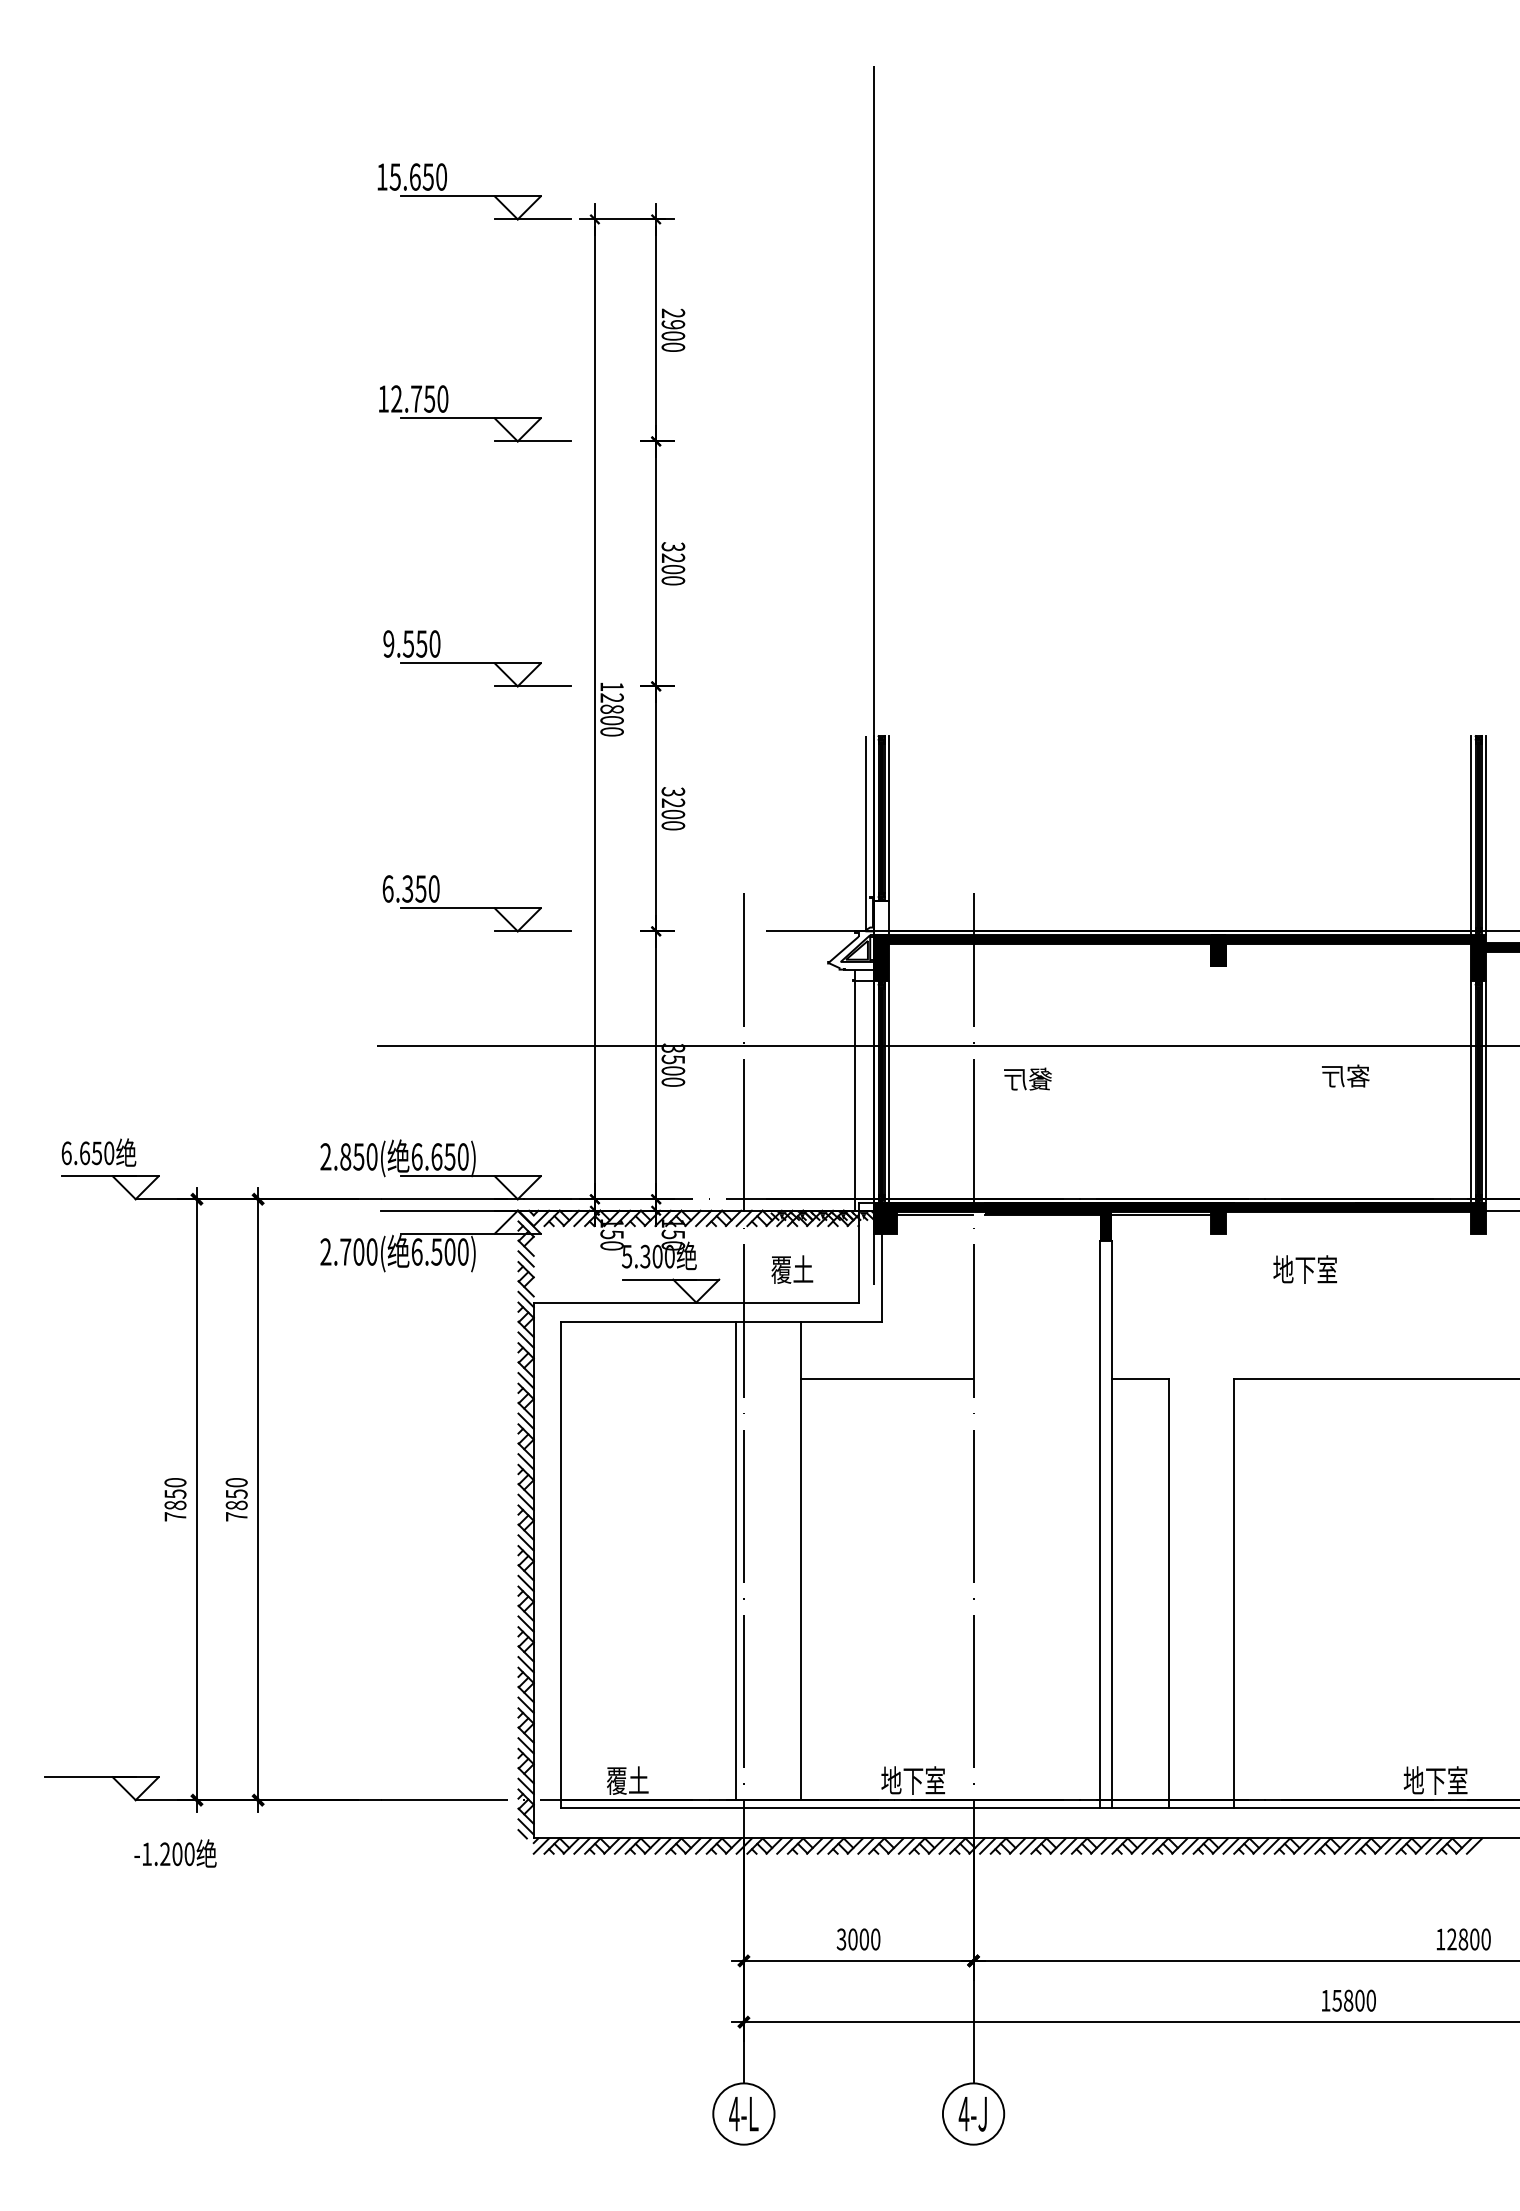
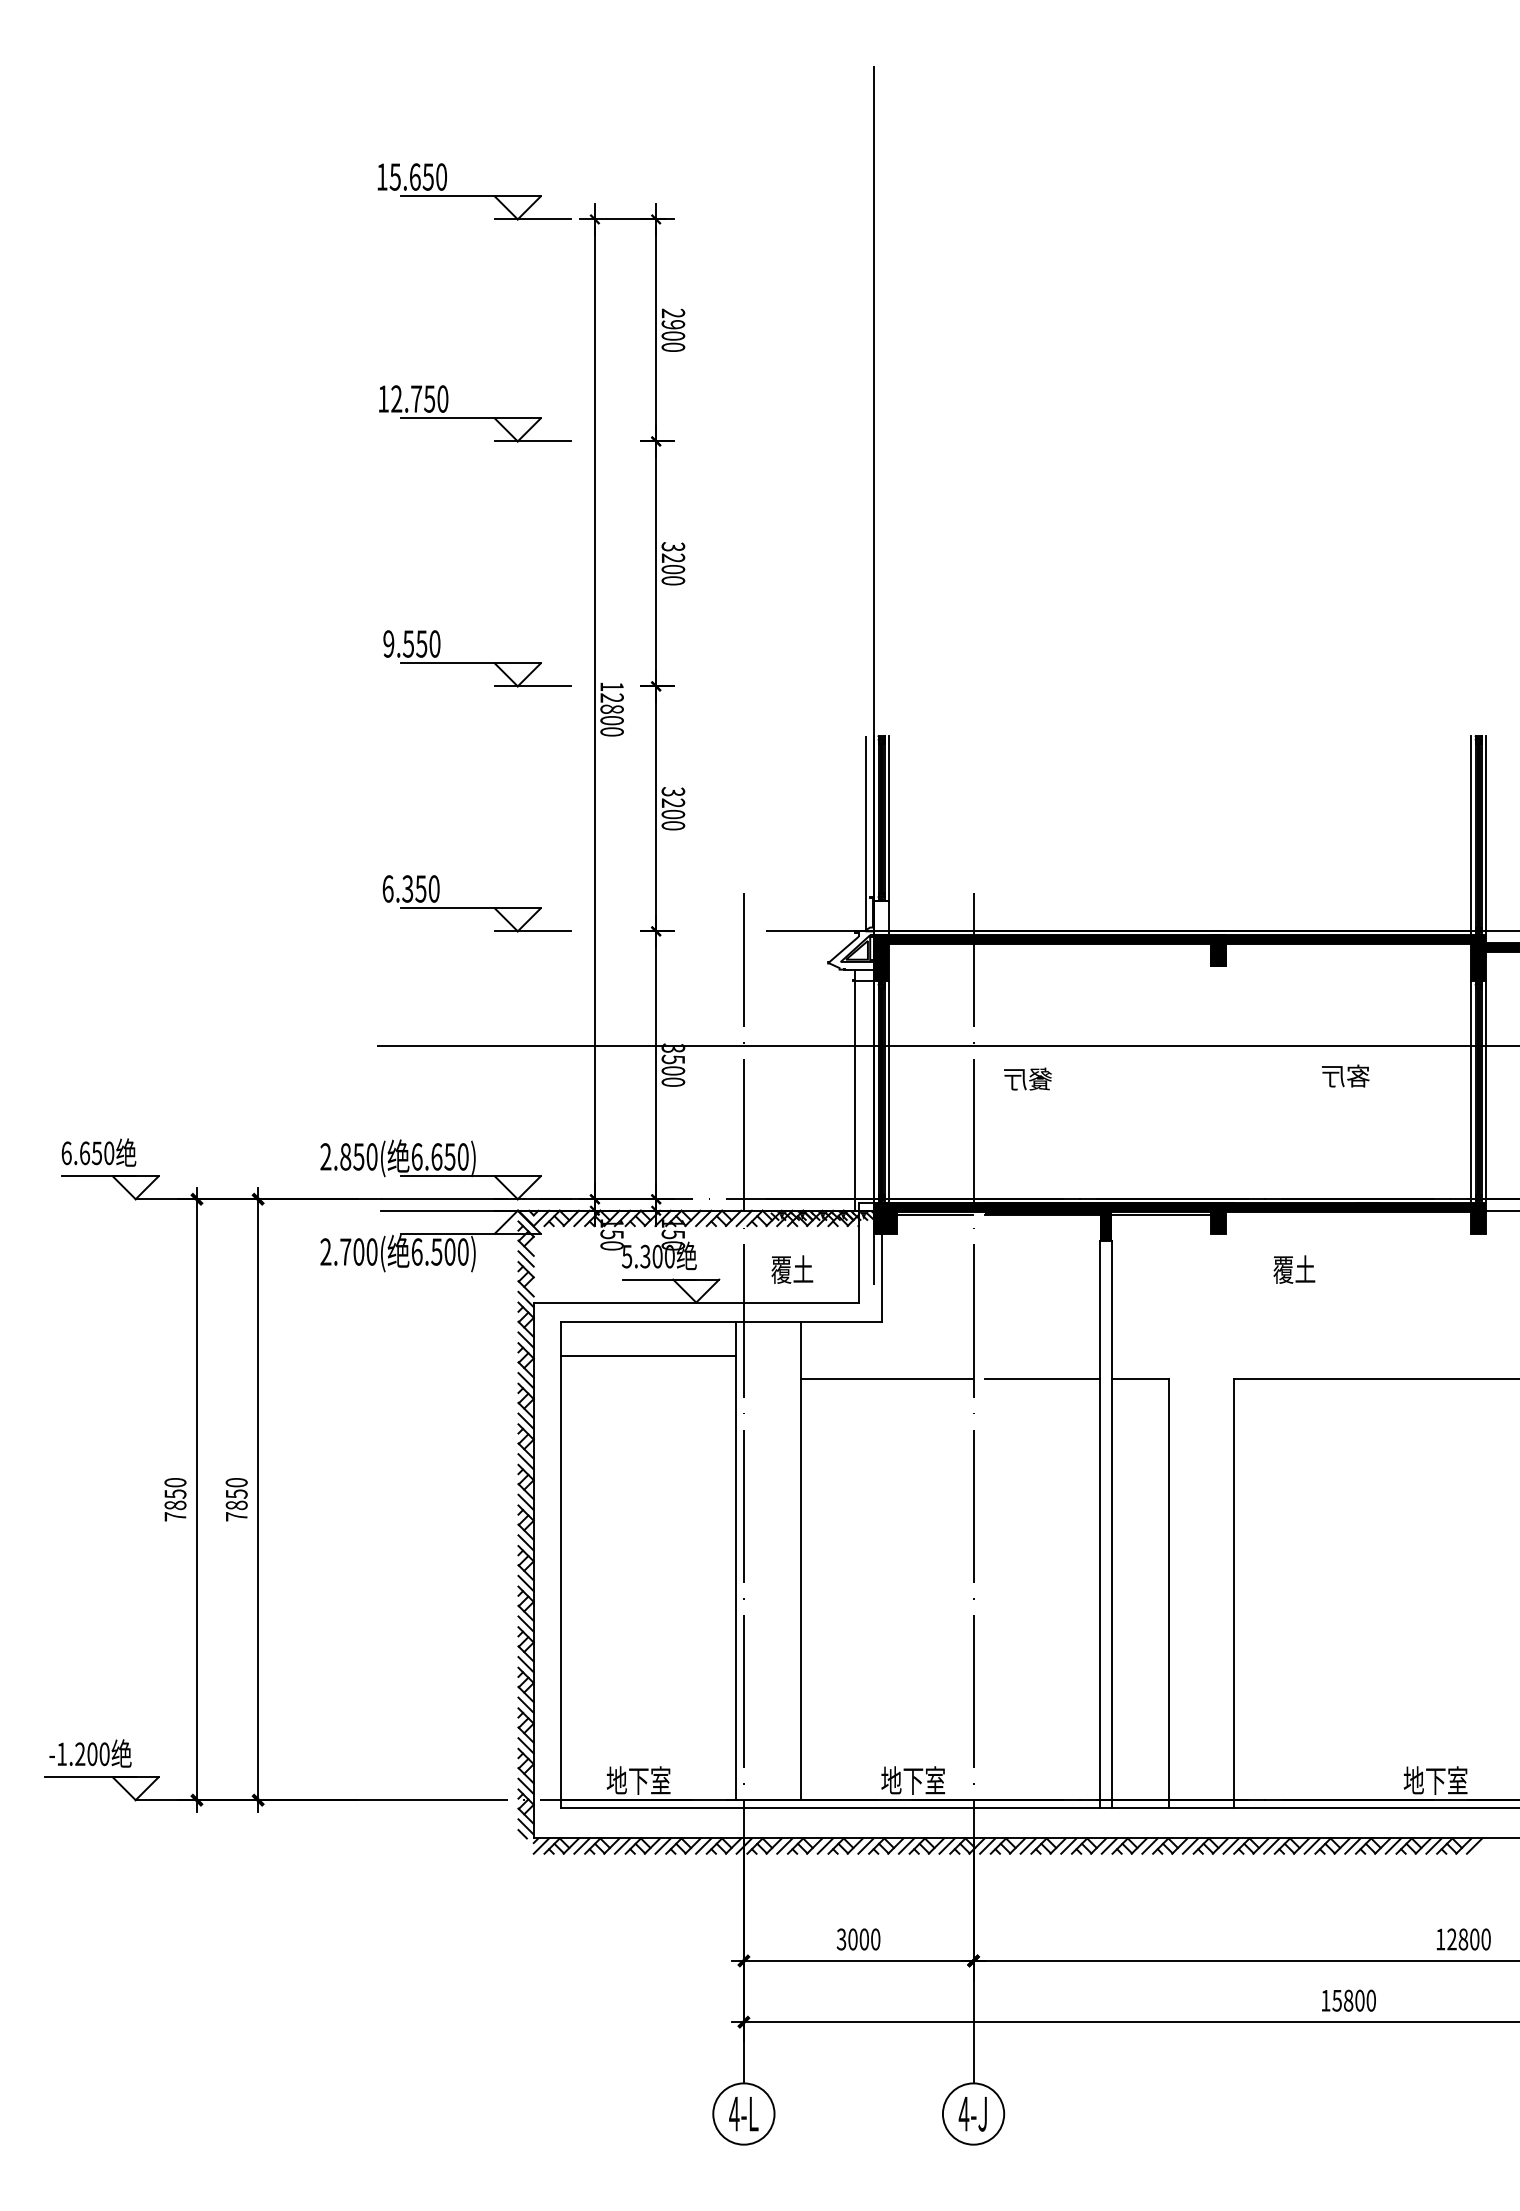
text at (1305, 1269): 地下室 -> 覆土
line at (648, 1356): none -> present
line at (1042, 1379): none -> present
text at (638, 1780): 覆土 -> 地下室
text at (175, 1853) position: (175, 1853) -> (90, 1753)
